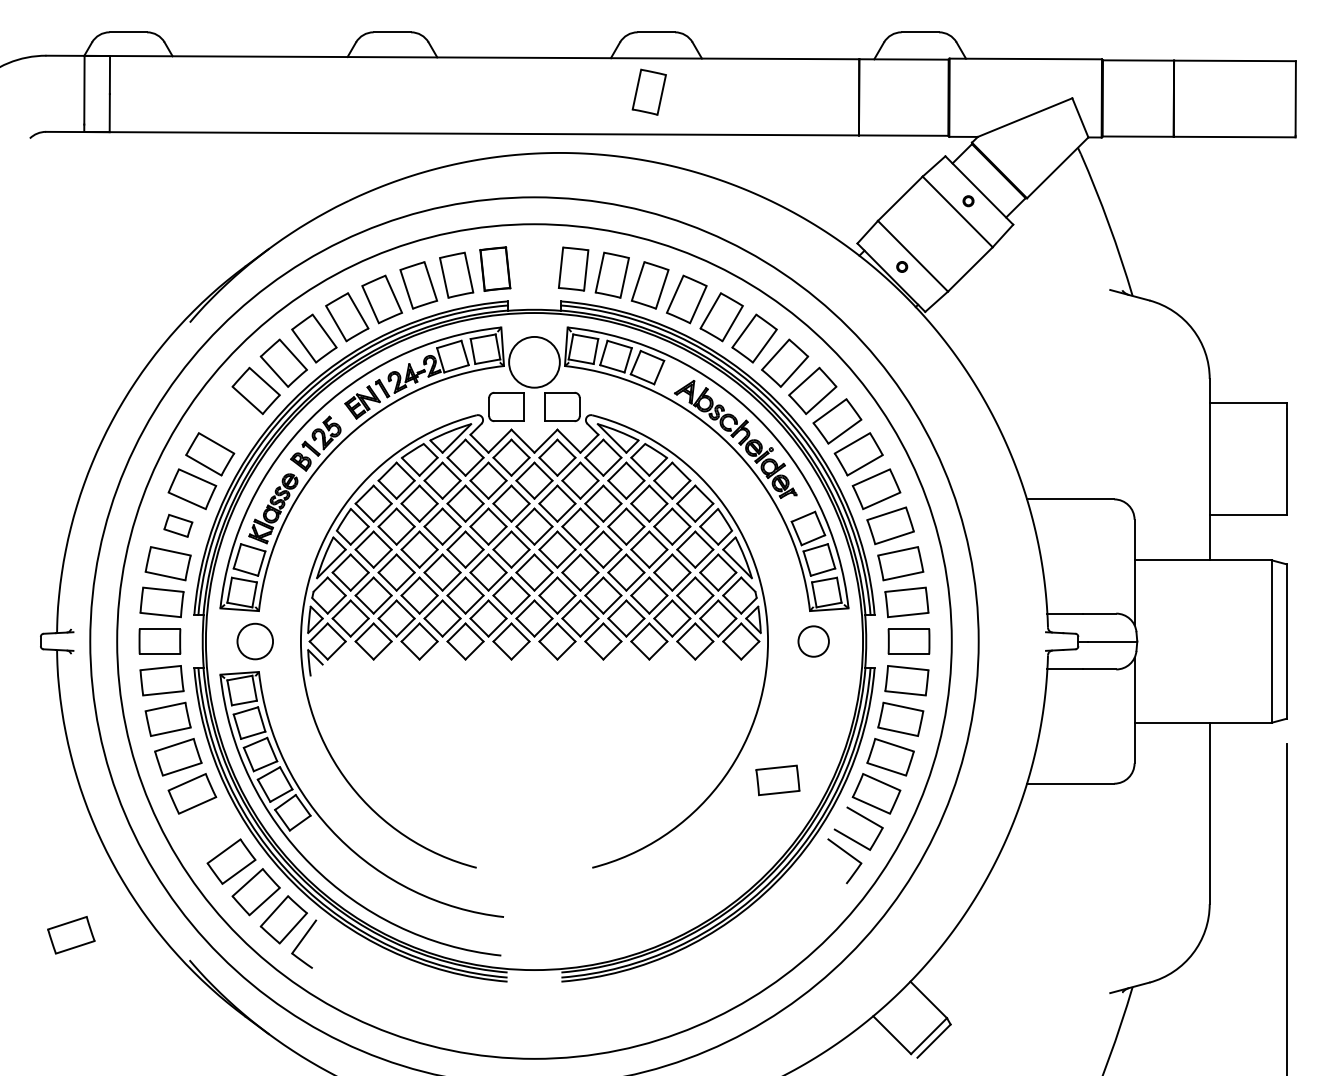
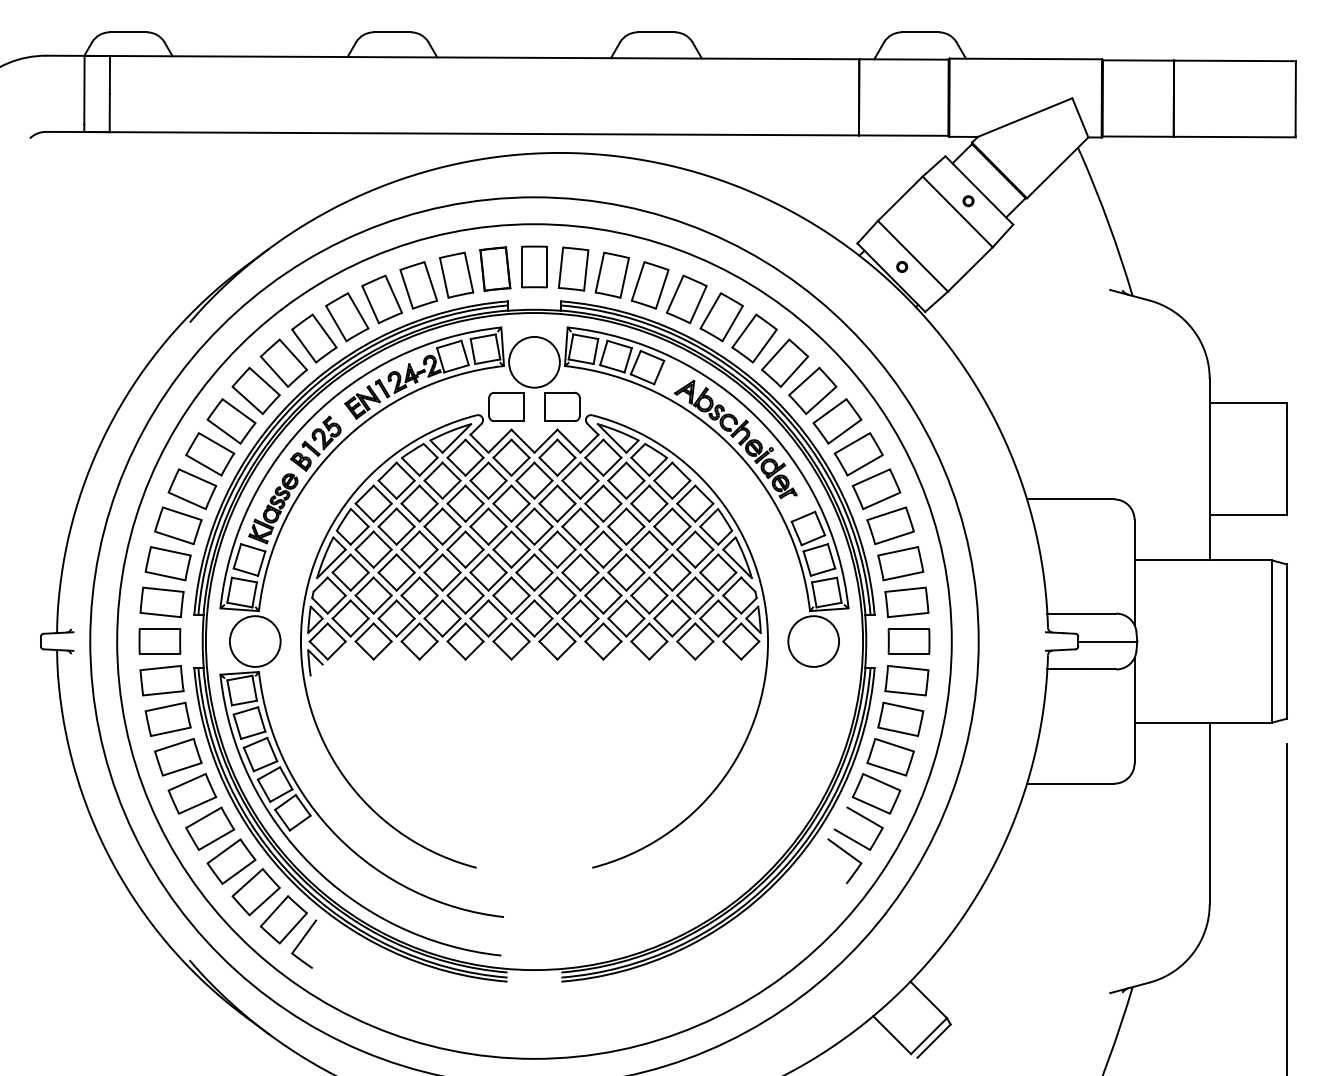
part at (648, 91): present -> none
part at (534, 266): none -> present
part at (231, 421): none -> present
part at (178, 525) size: 31x25 px -> 49x40 px
circle at (255, 641) diameter: 36 px -> 51 px
circle at (813, 641) diameter: 30 px -> 51 px
part at (777, 780): present -> none
part at (210, 828): none -> present
part at (71, 935): present -> none
